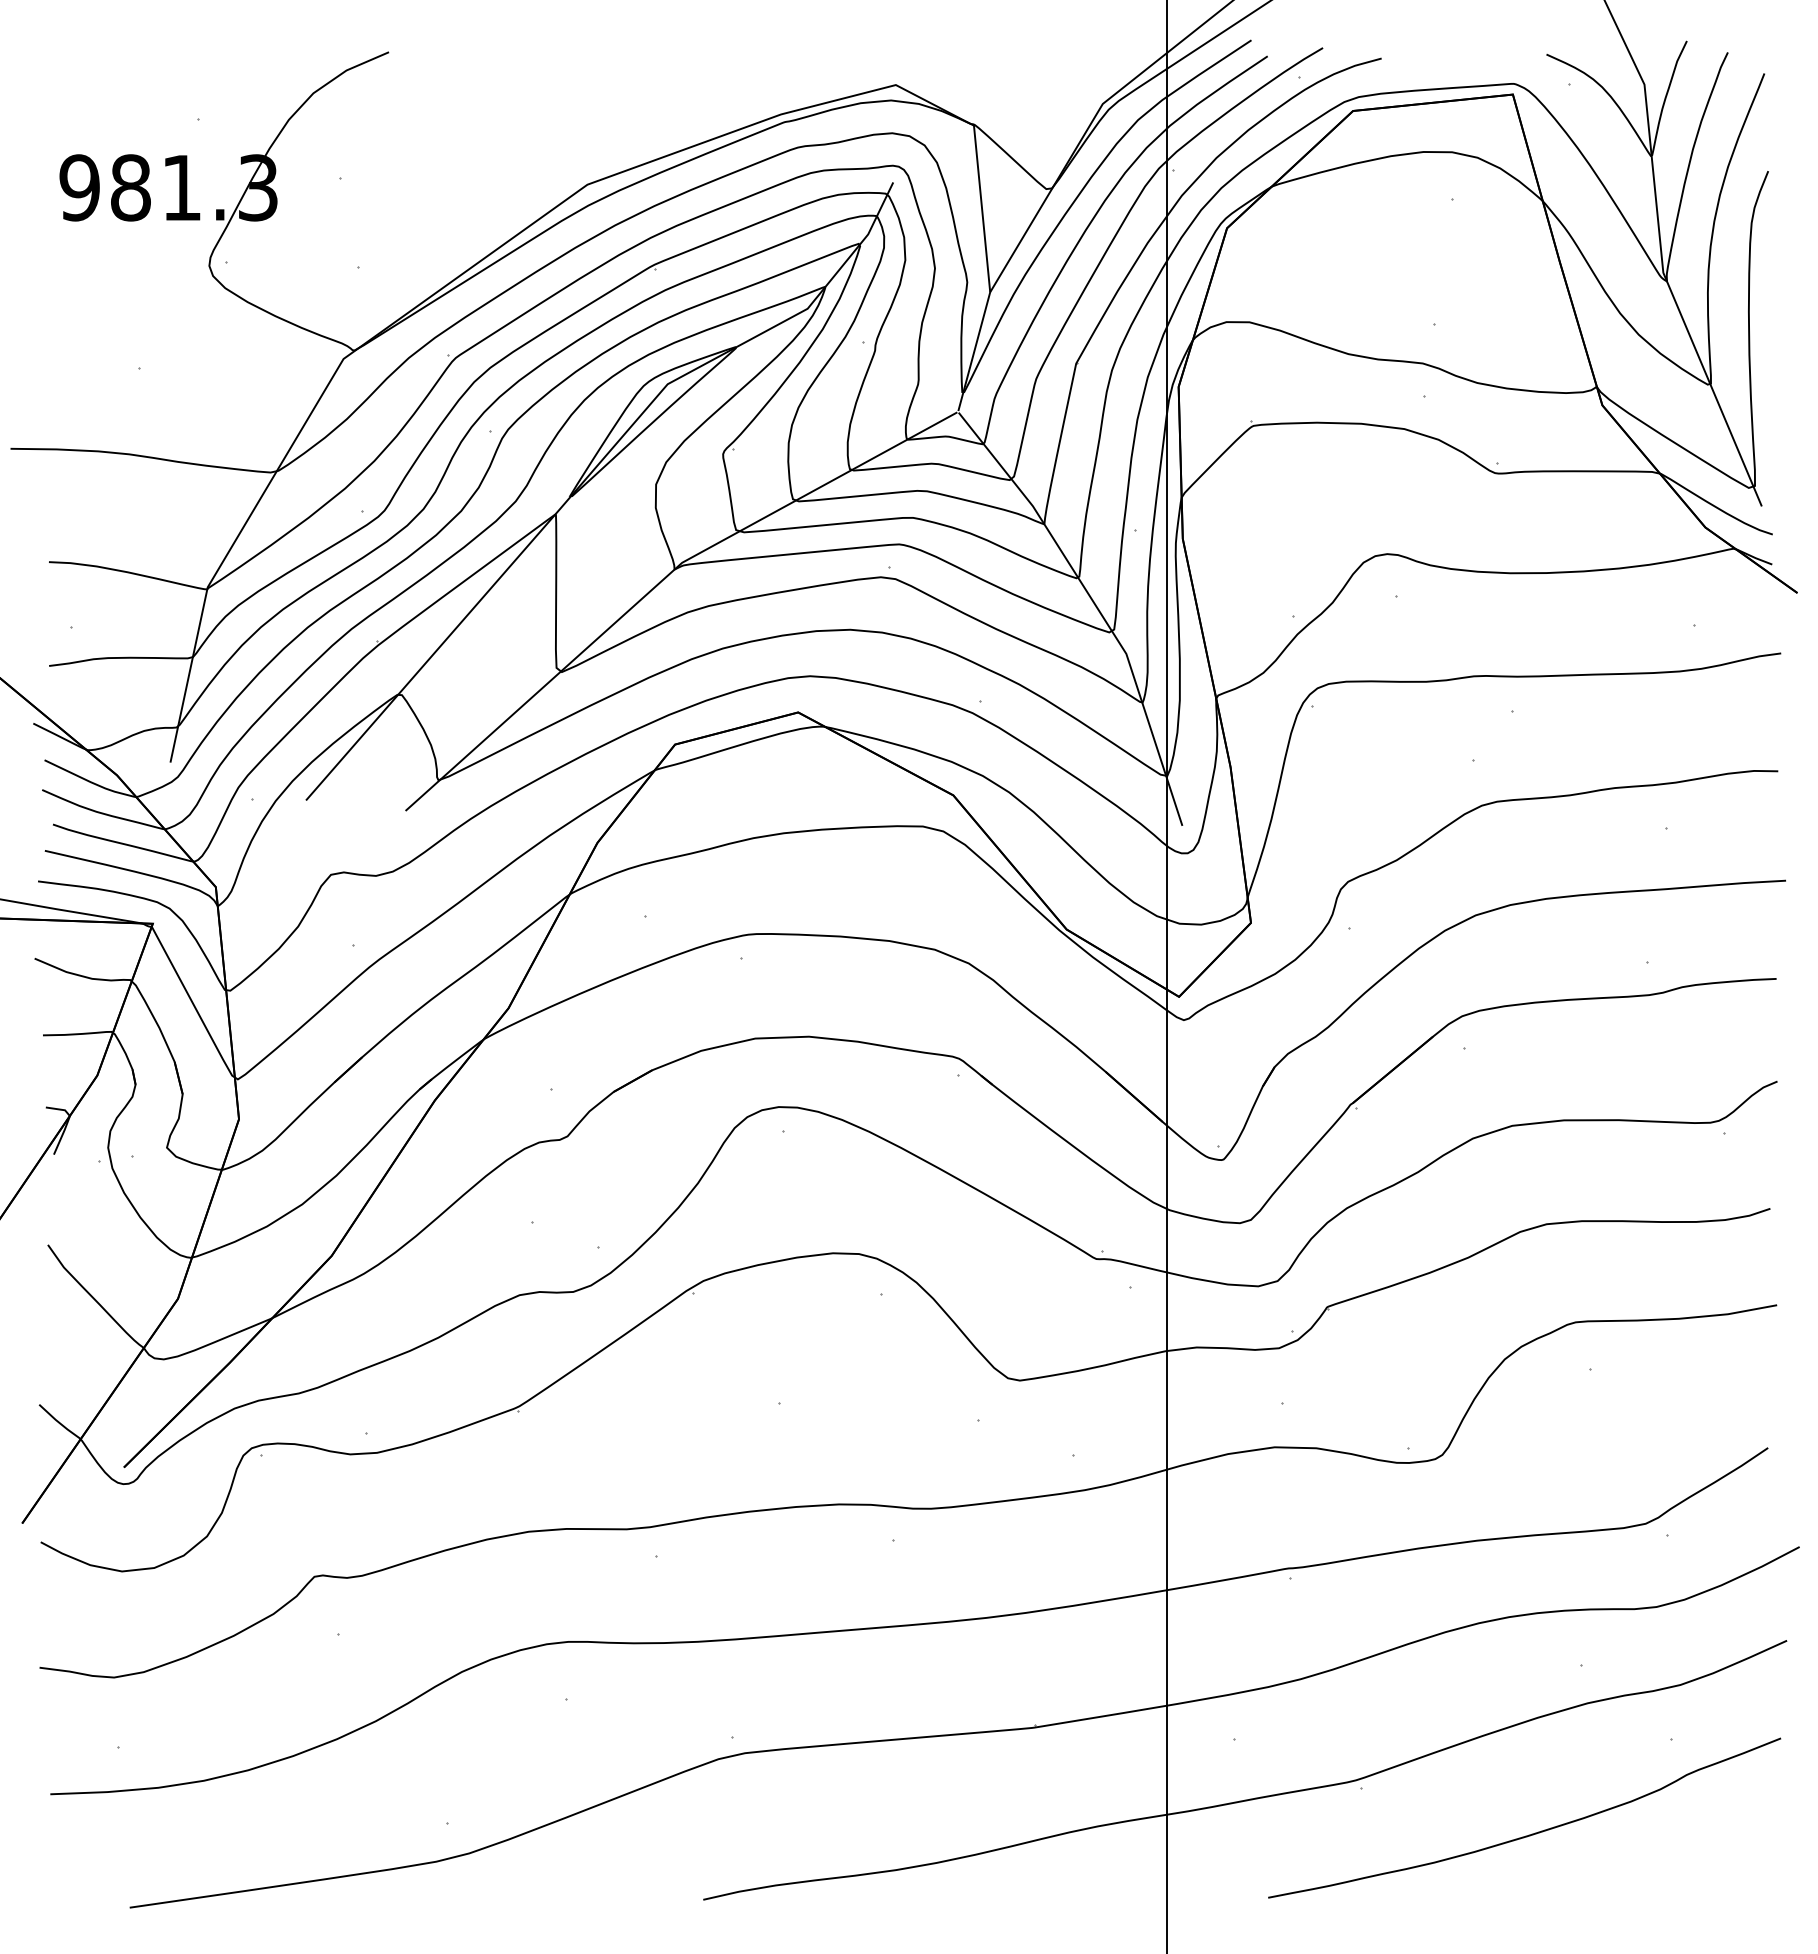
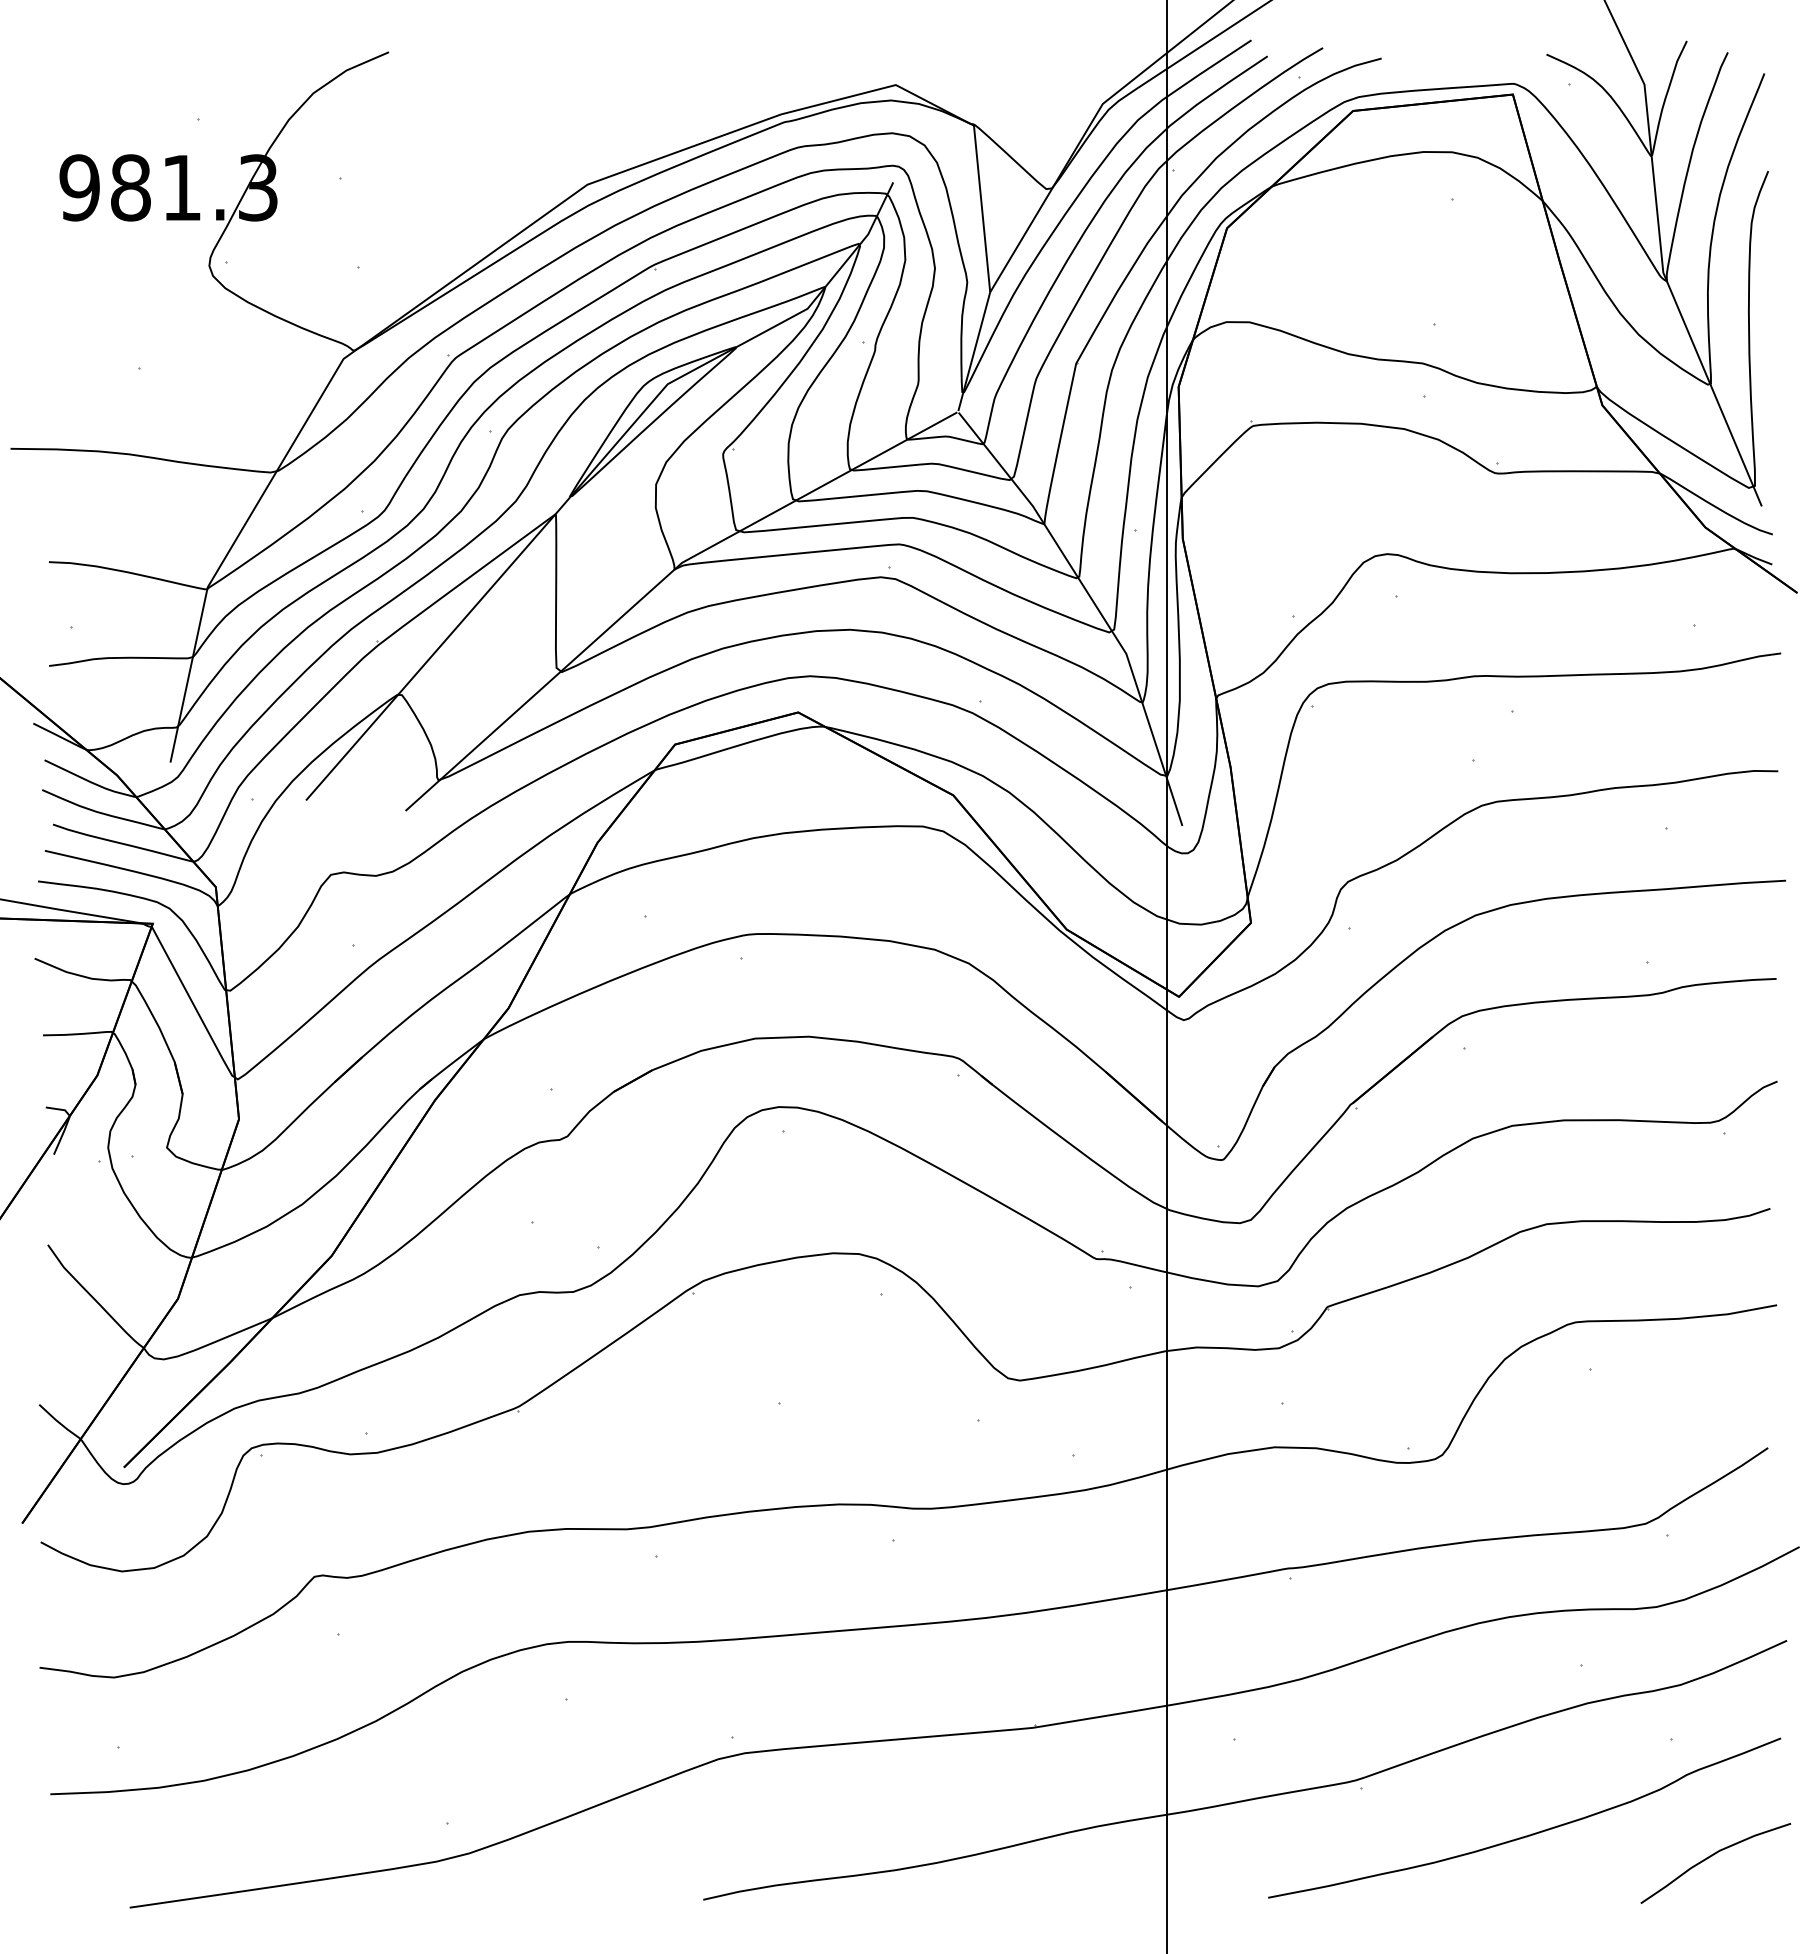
curve at (1712, 1856): none -> present
